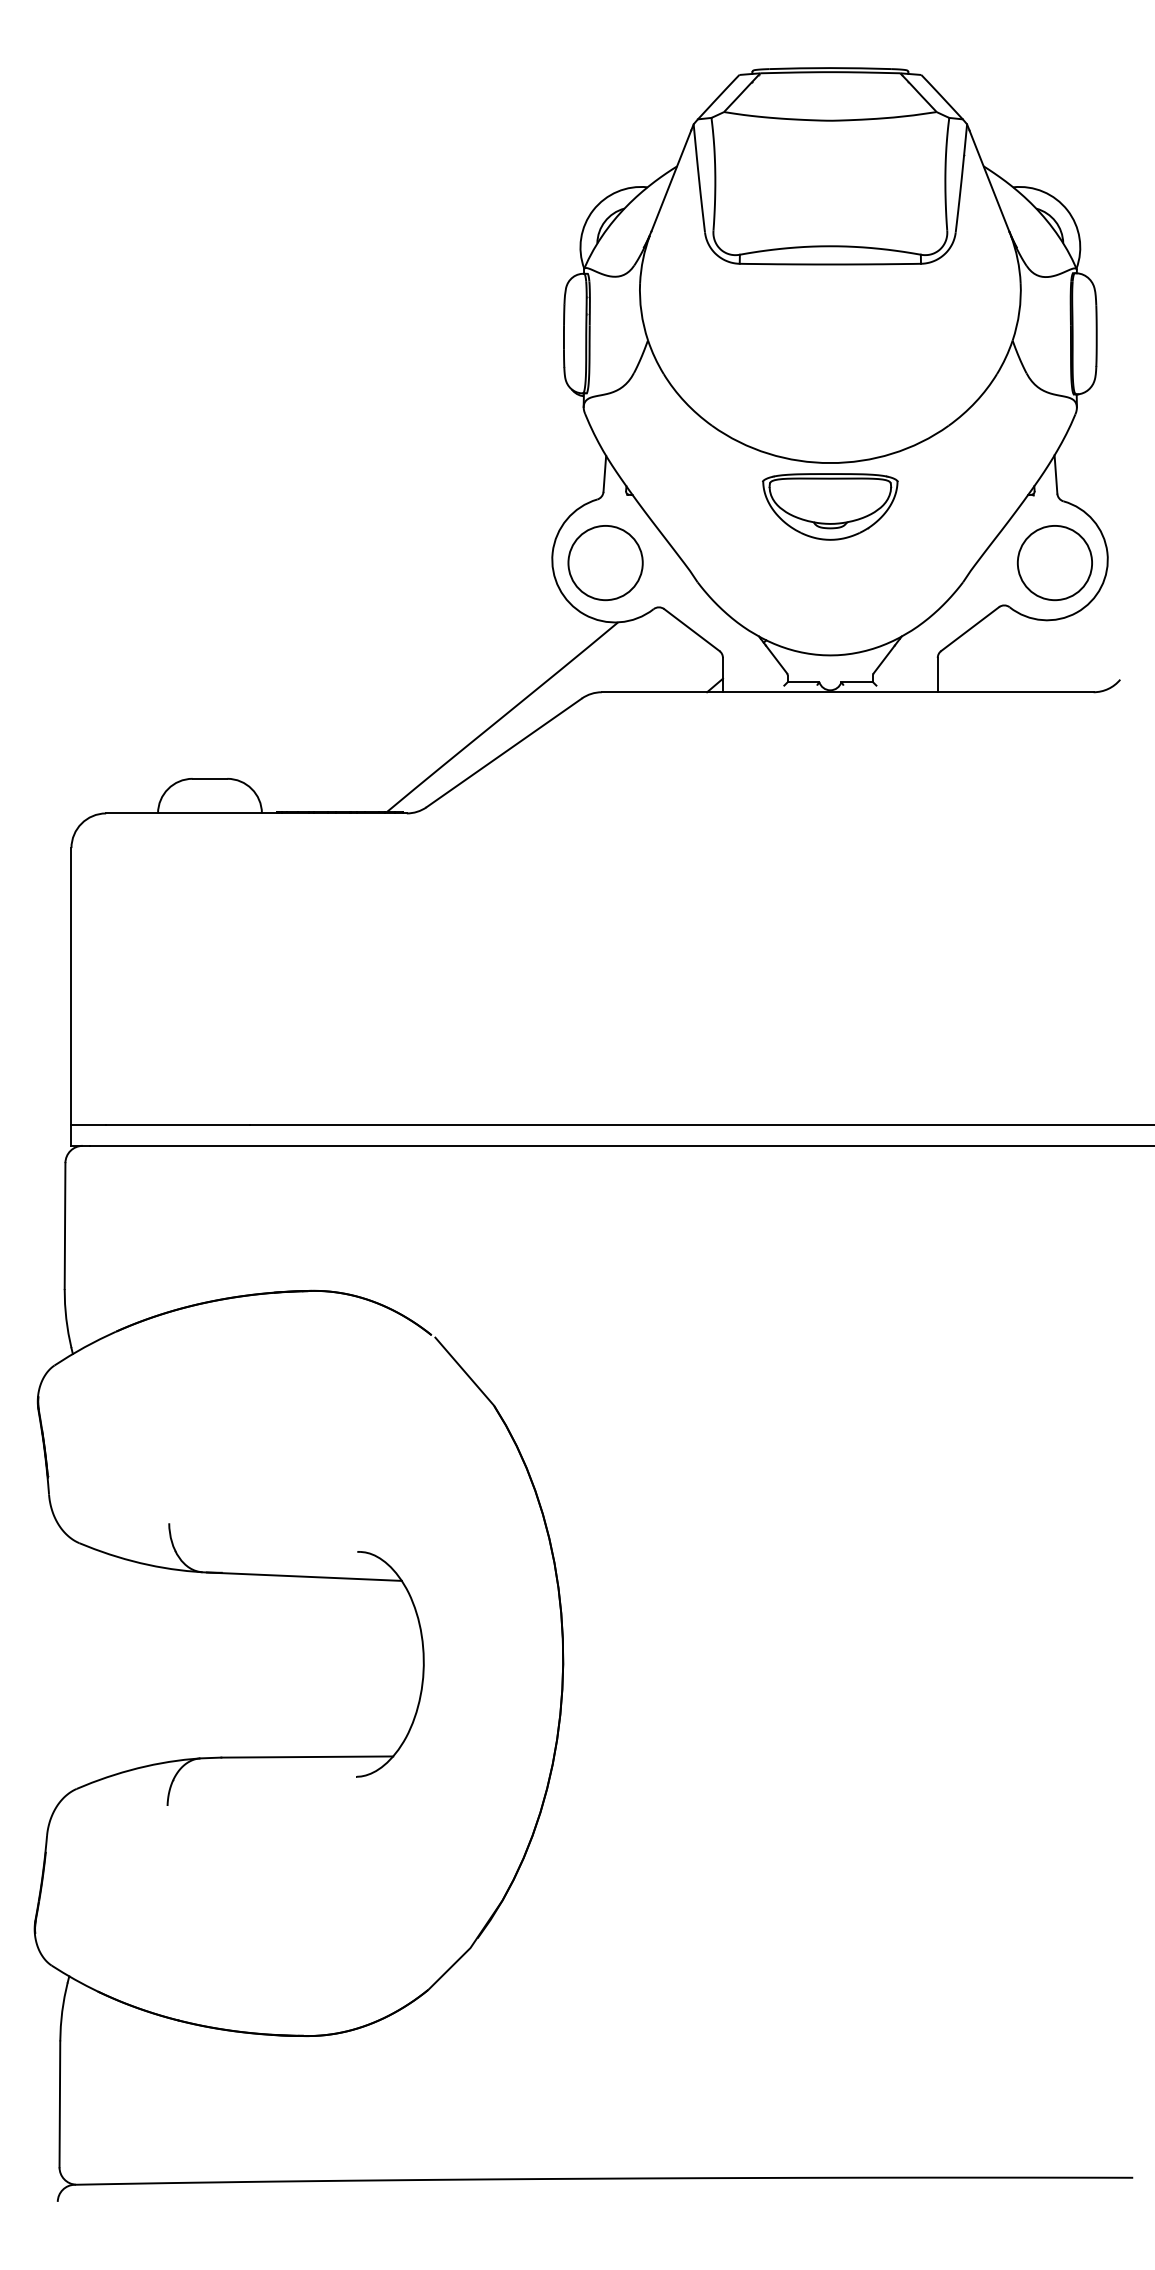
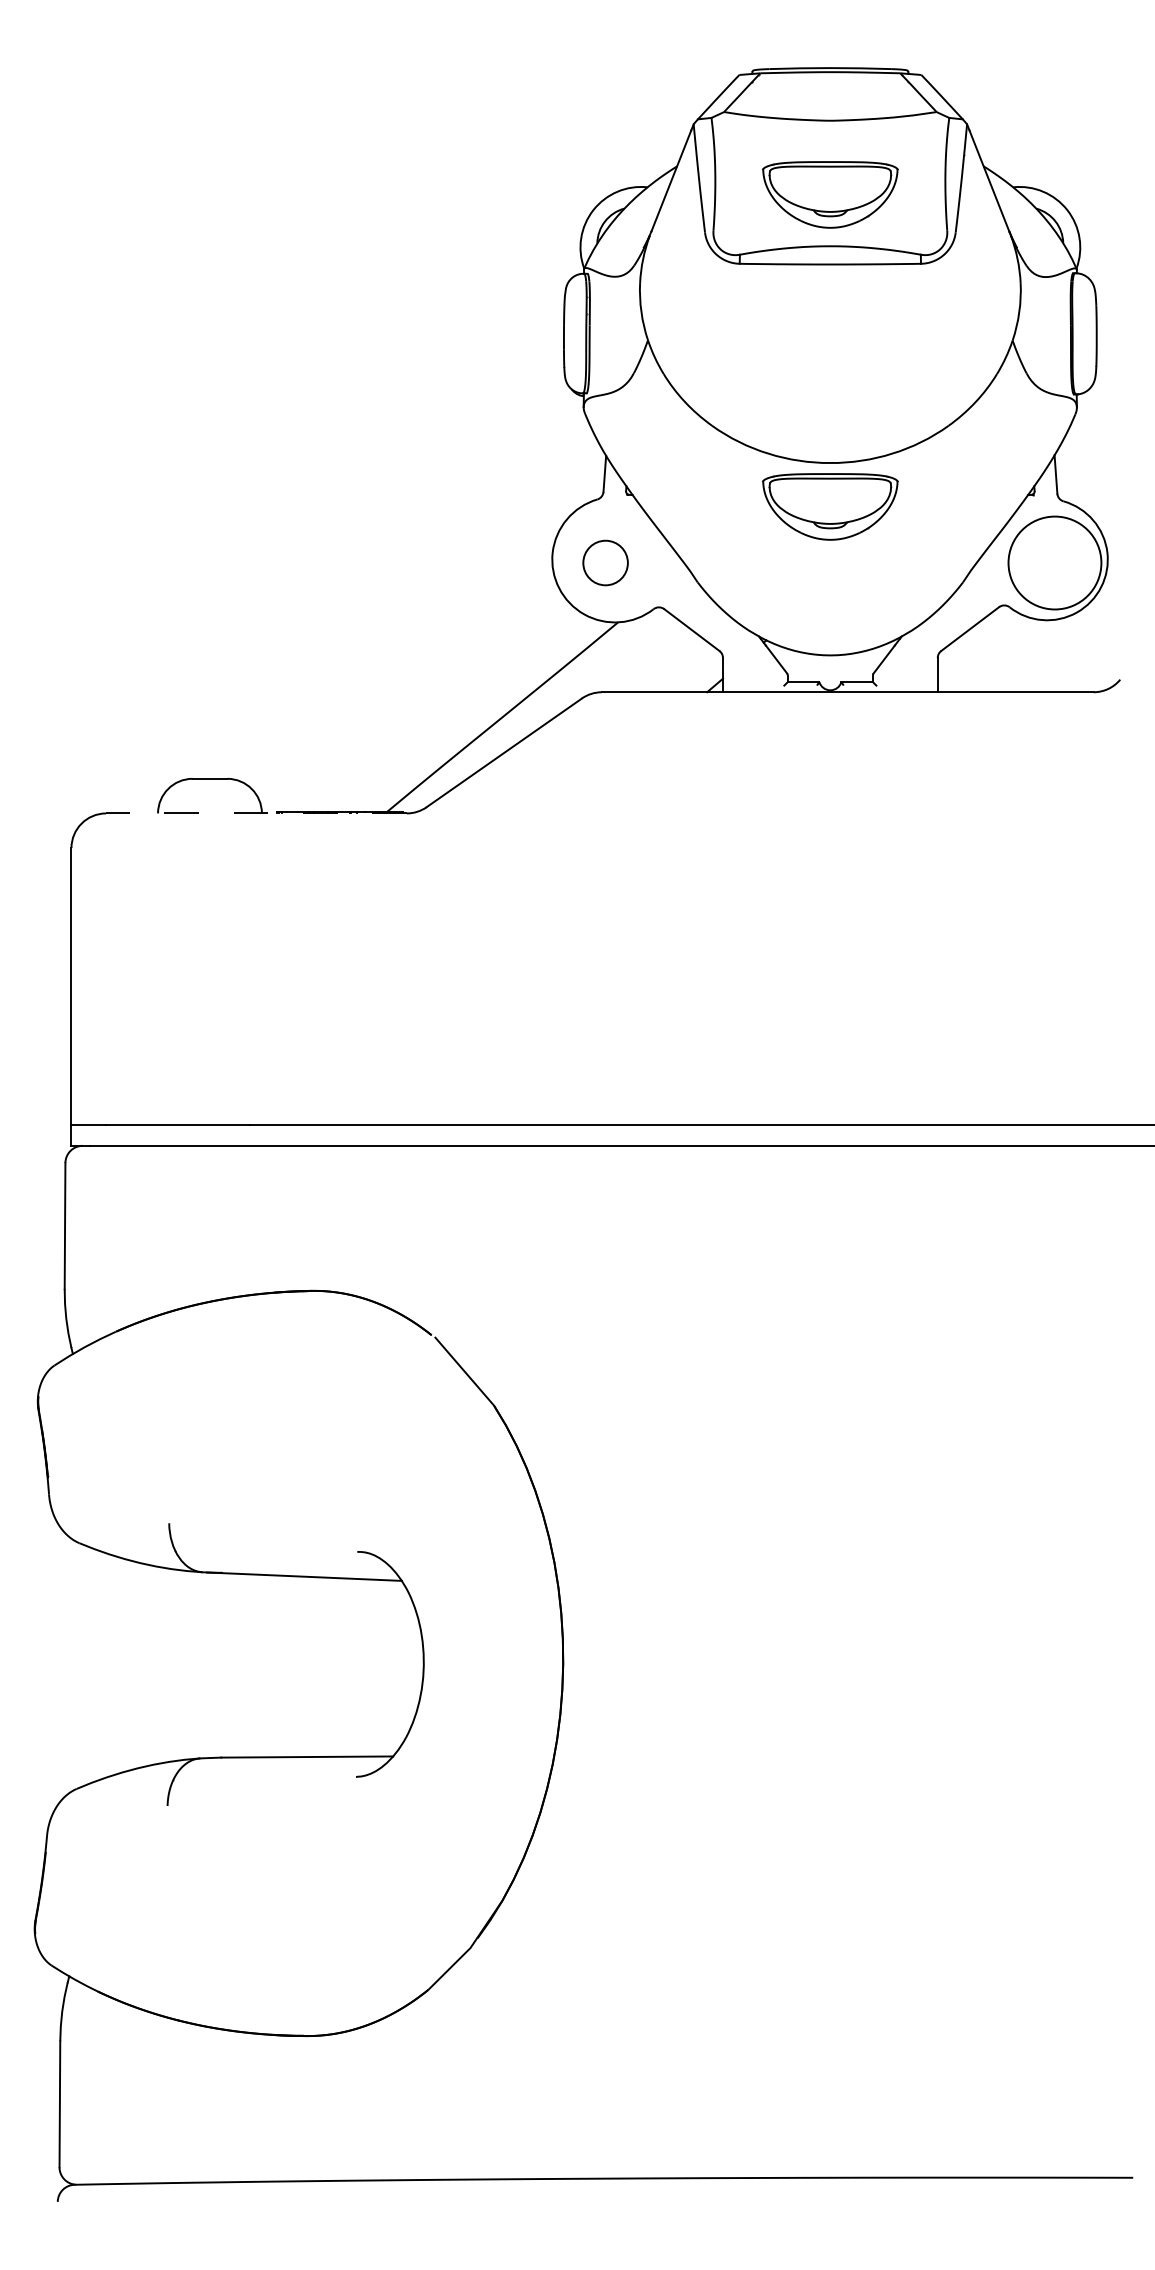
part at (830, 194): none -> present
circle at (605, 562) diameter: 74 px -> 45 px
circle at (1054, 562) diameter: 74 px -> 93 px
line at (255, 813): solid -> dashed
